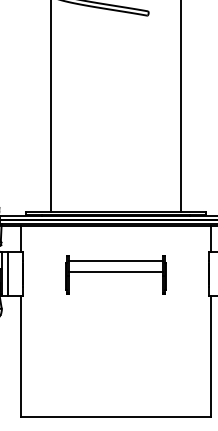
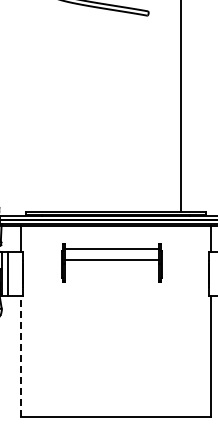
line at (51, 106): present -> none
part at (115, 274) position: (115, 274) -> (111, 262)
line at (20, 355): solid -> dashed
